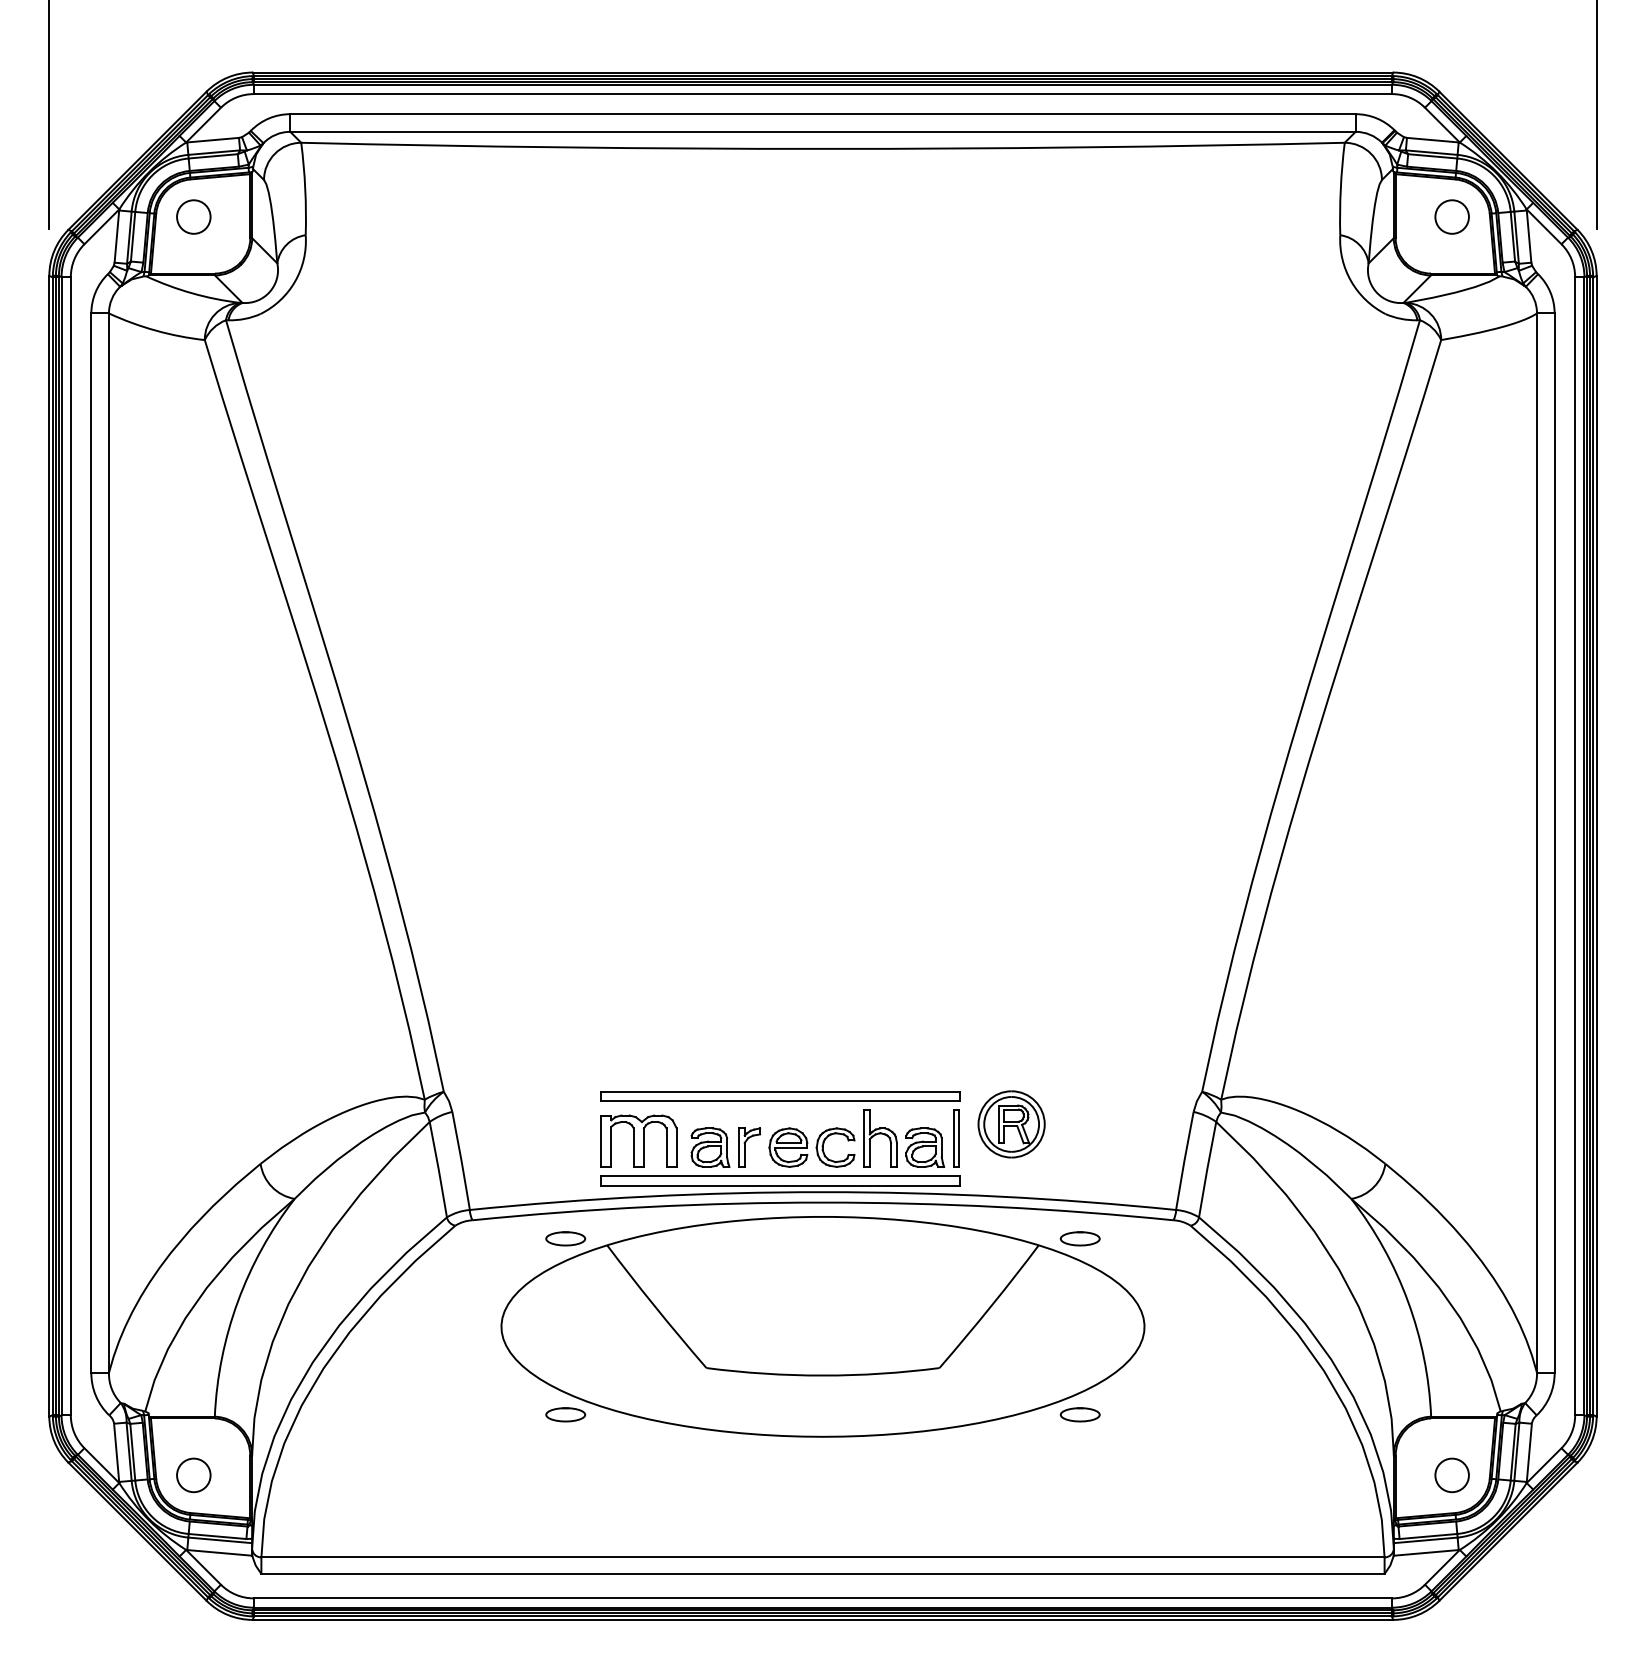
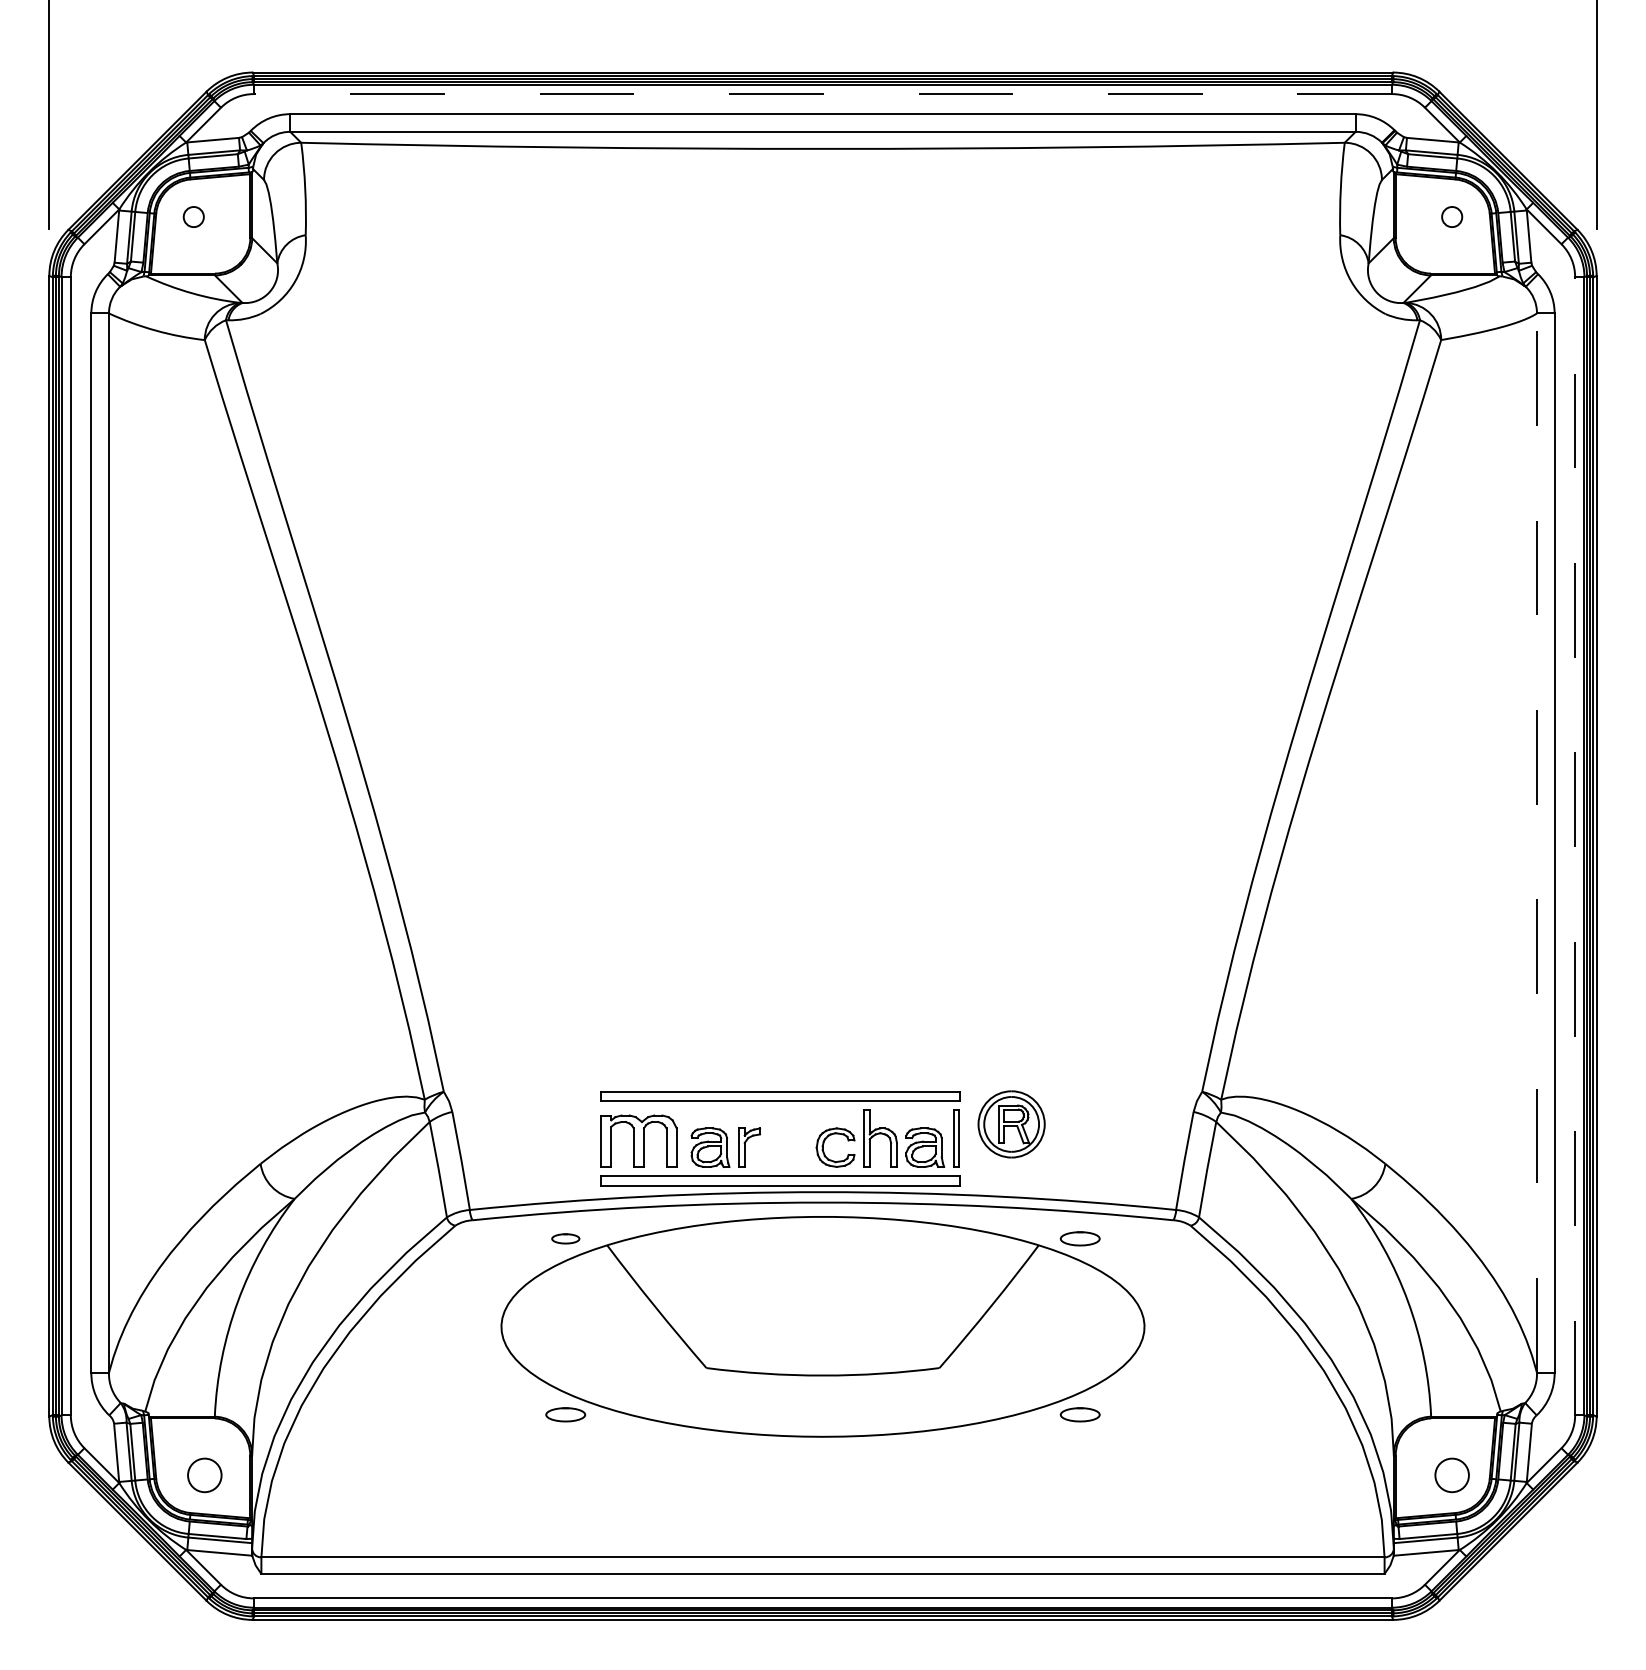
line at (822, 94): solid -> dashed
circle at (193, 216) diameter: 34 px -> 20 px
circle at (1451, 216) diameter: 34 px -> 20 px
line at (1537, 843): solid -> dashed
line at (1575, 845): solid -> dashed
part at (788, 1147): present -> none
part at (565, 1238) size: 42x16 px -> 30x12 px
circle at (193, 1475) position: (193, 1475) -> (204, 1475)
